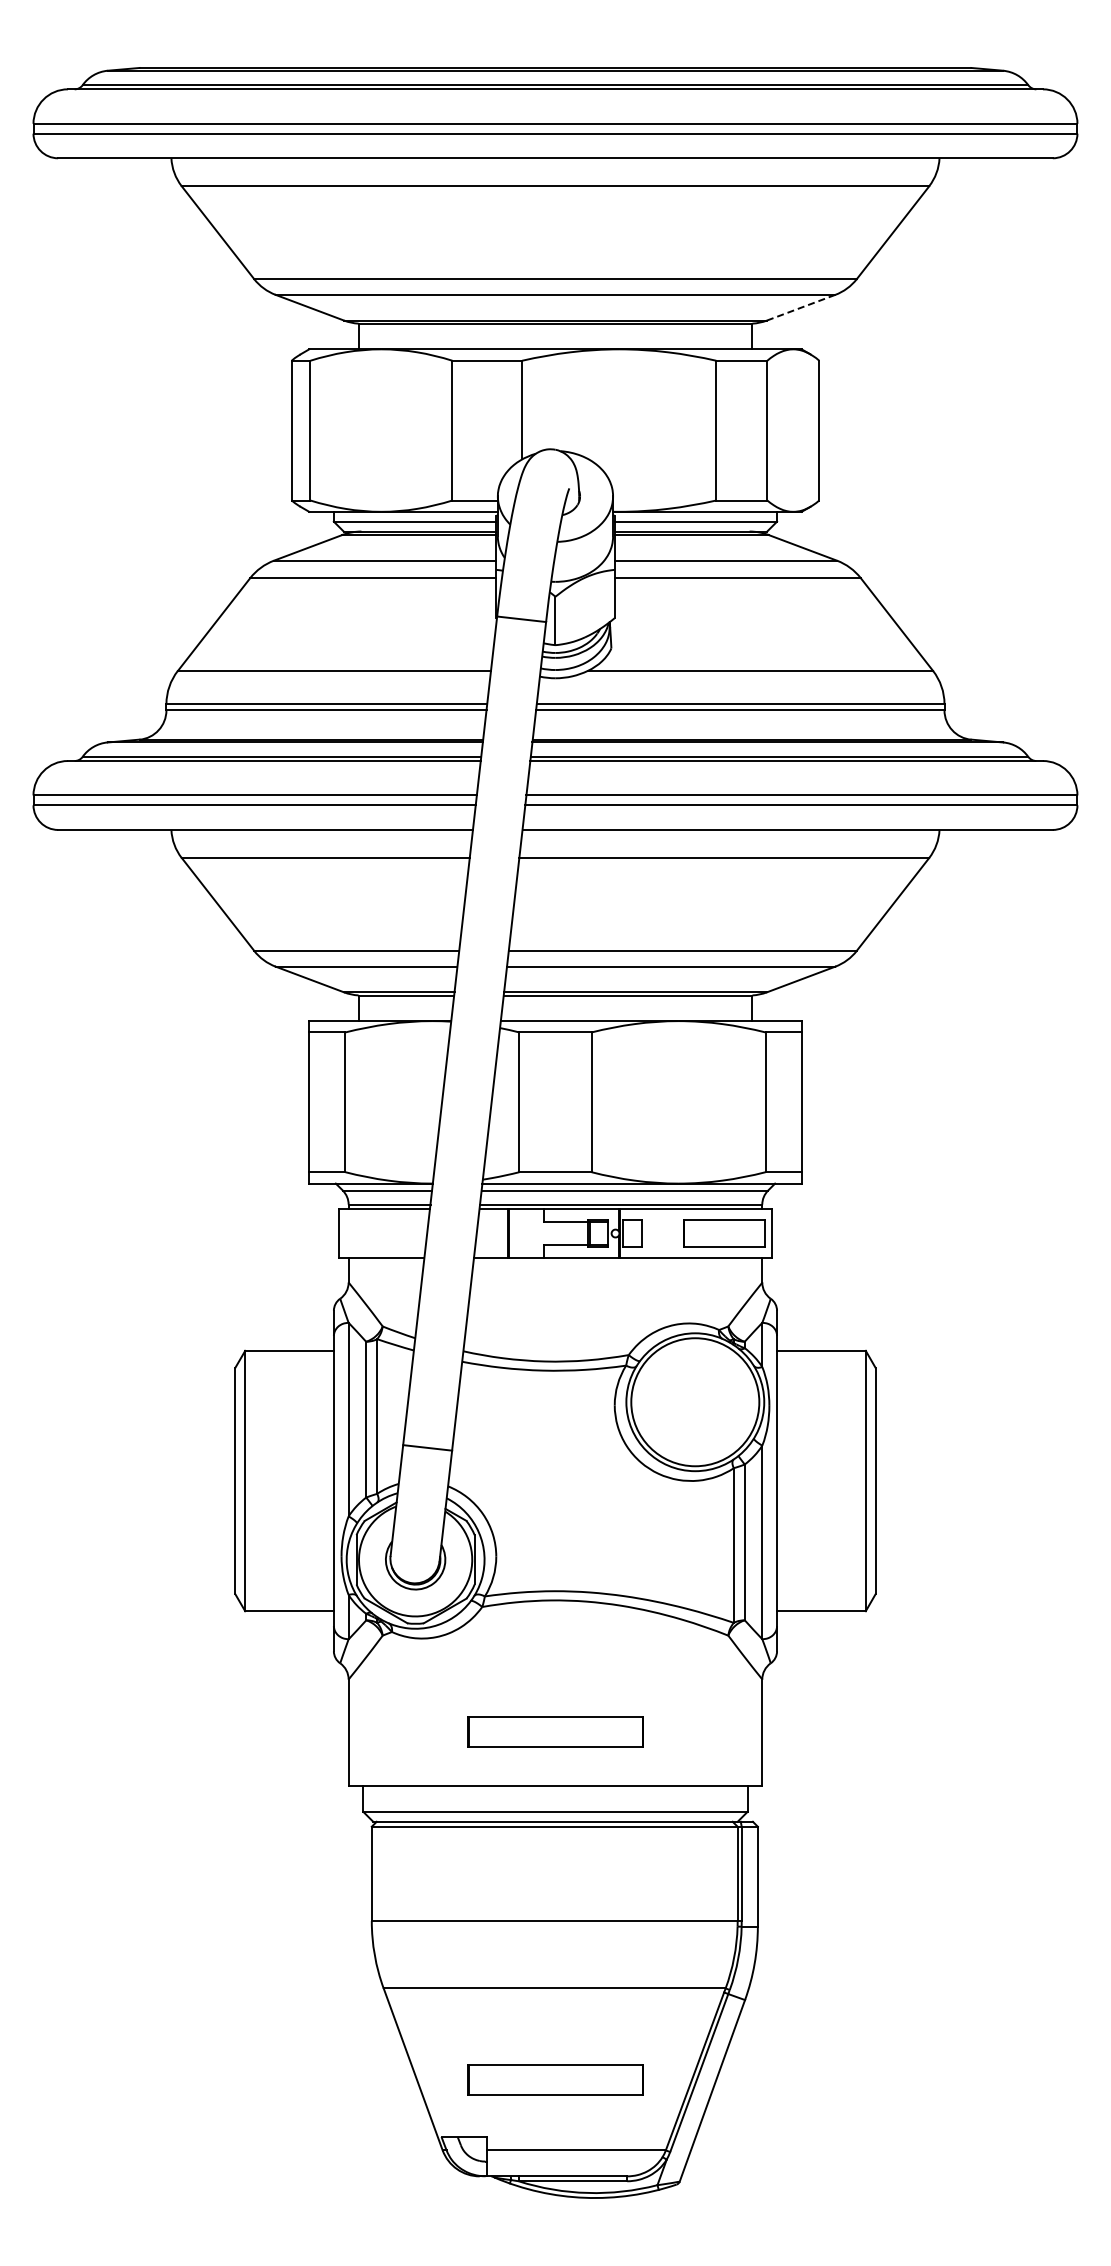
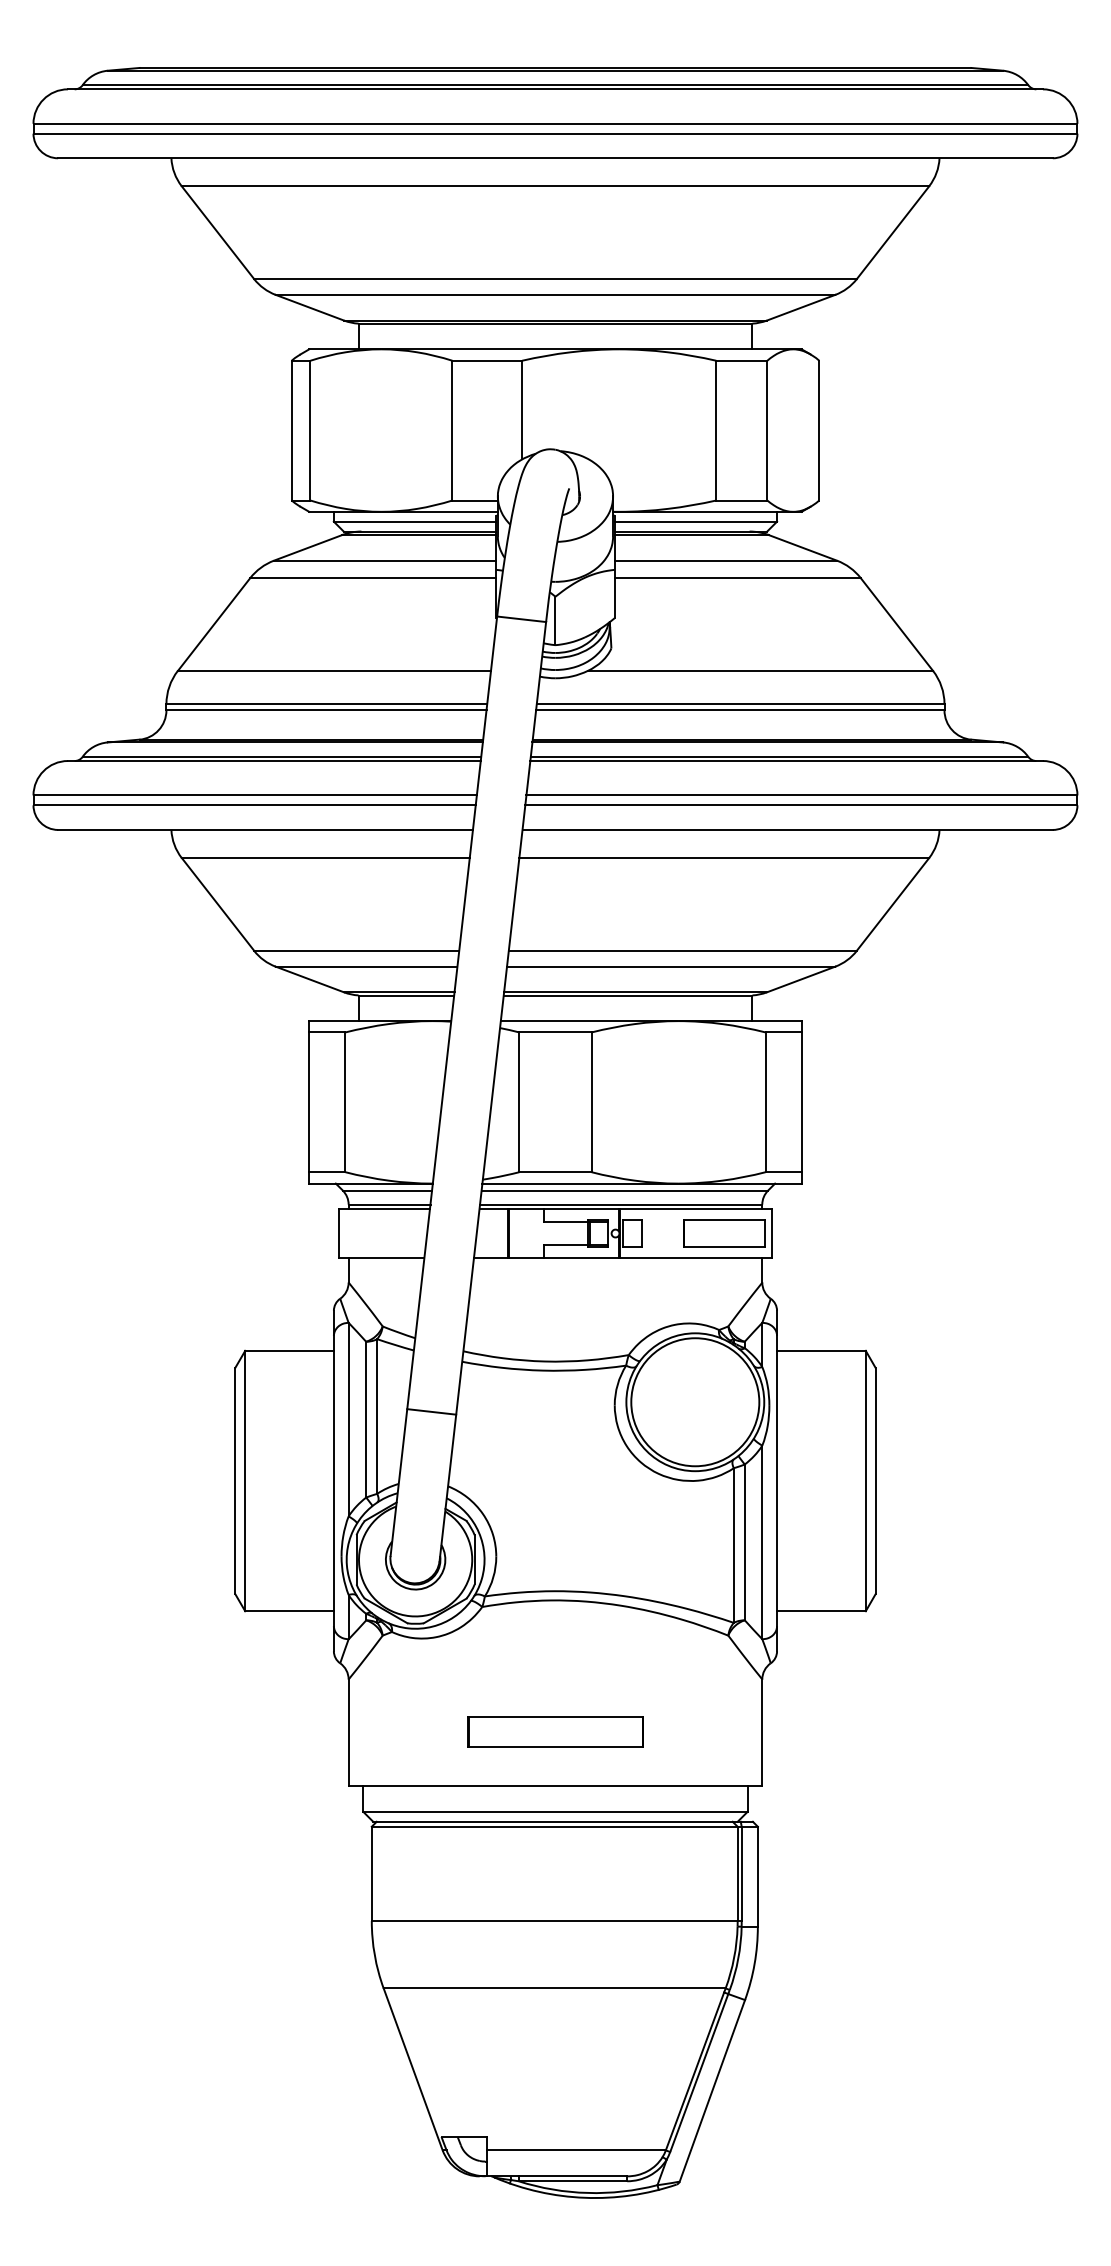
line at (801, 307): dashed -> solid
line at (427, 1447) position: (427, 1447) -> (431, 1411)
part at (555, 2079): present -> none
